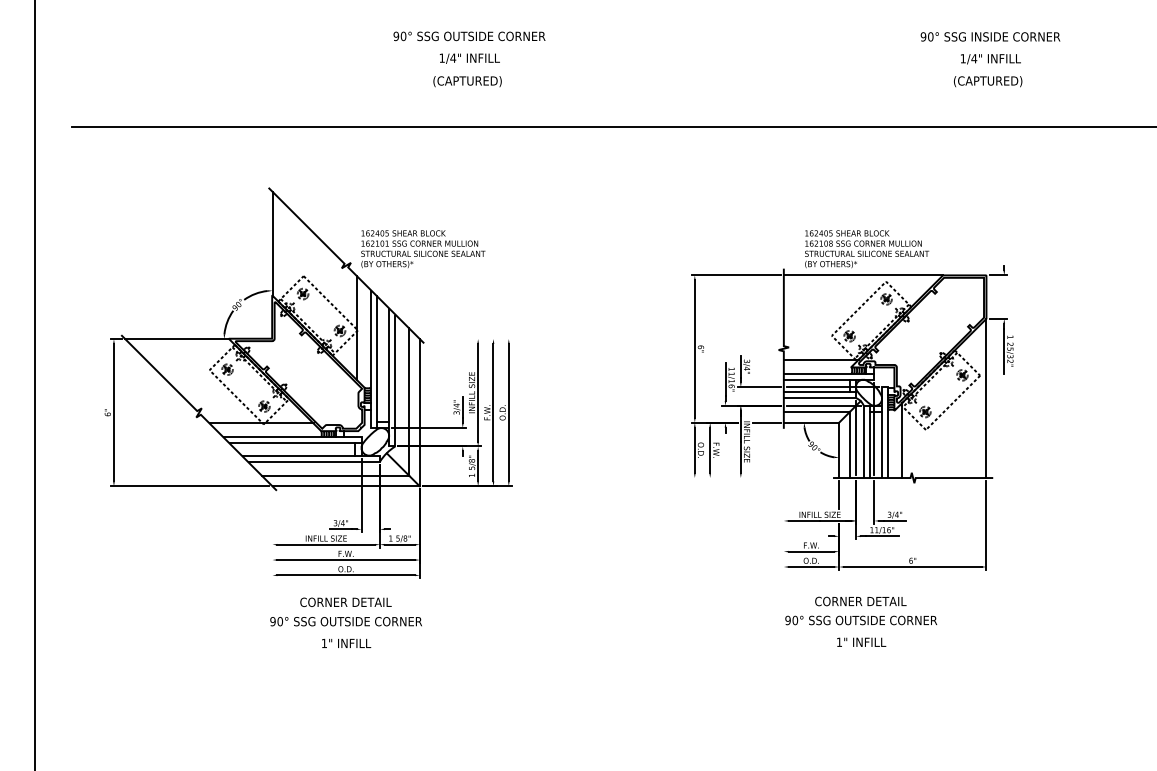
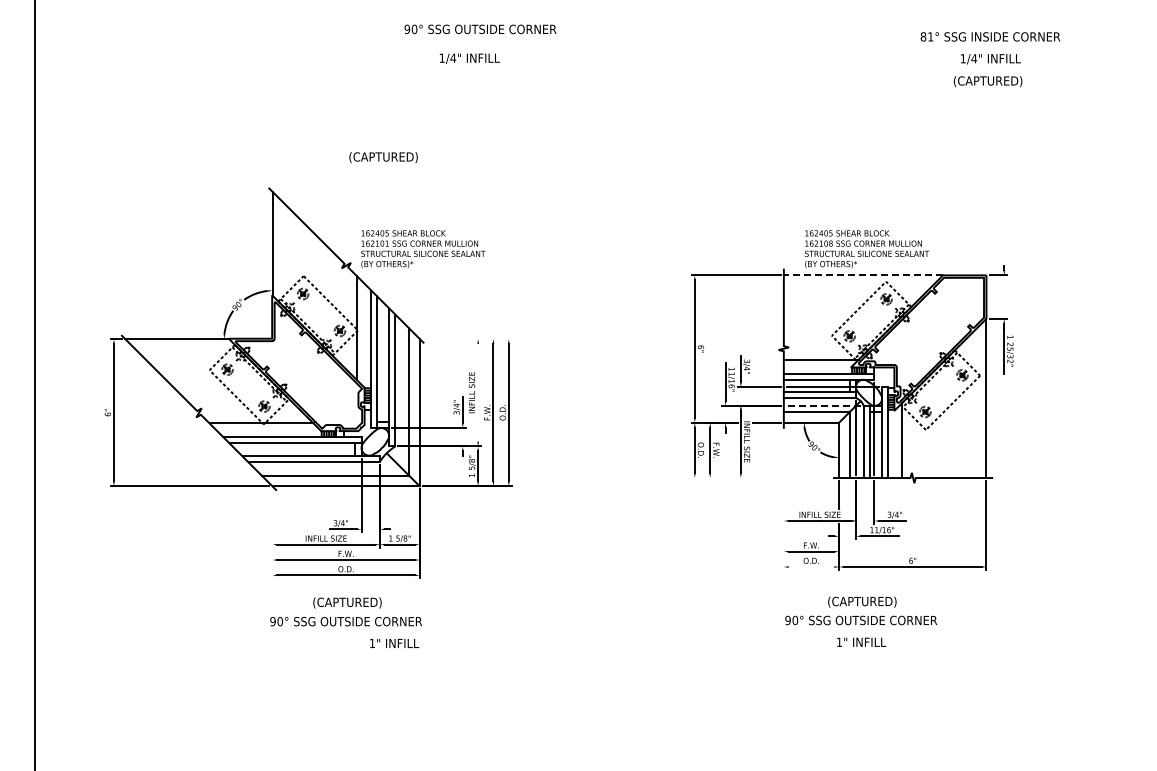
text at (469, 36) position: (469, 36) -> (480, 29)
text at (926, 36): 90° -> 81°
text at (467, 81) position: (467, 81) -> (383, 157)
line at (612, 126): present -> none
line at (863, 275): solid -> dashed
line at (478, 392): present -> none
line at (823, 405): solid -> dashed
line at (811, 567): present -> none
text at (860, 601): CORNER DETAIL -> (CAPTURED)
text at (345, 602): CORNER DETAIL -> (CAPTURED)
text at (346, 643) position: (346, 643) -> (394, 643)
